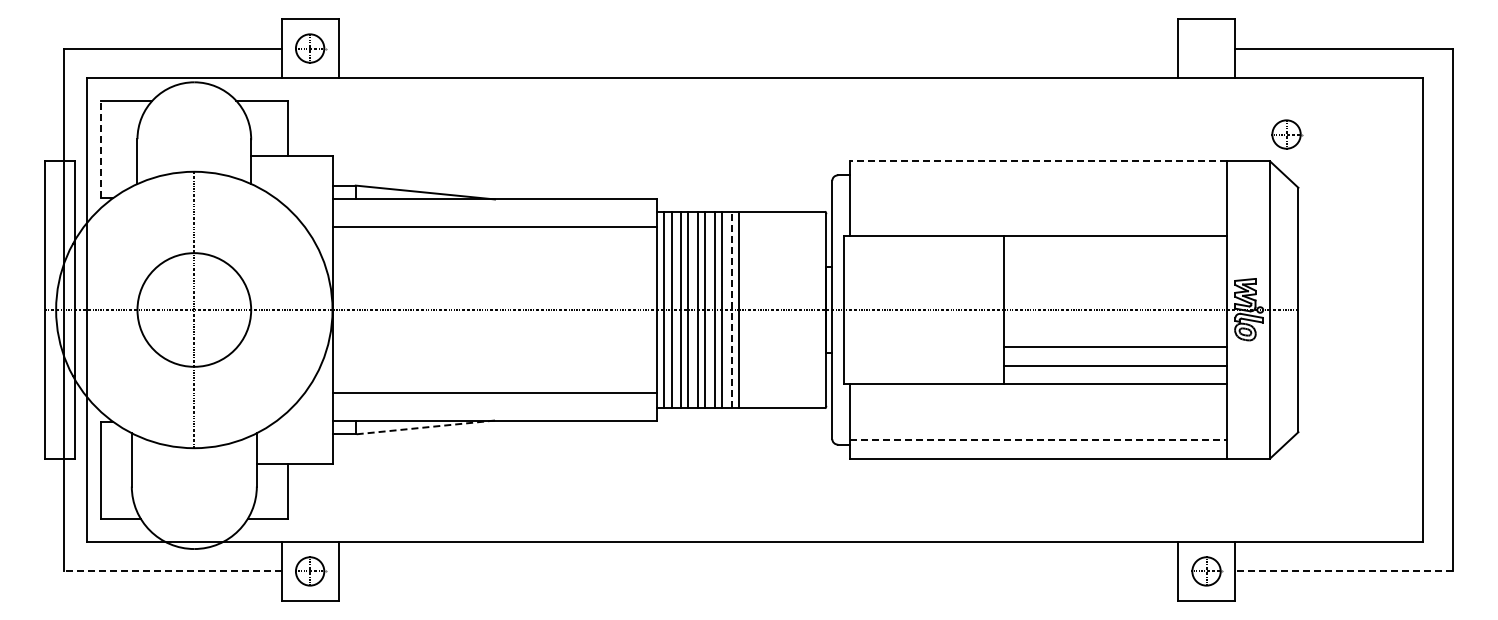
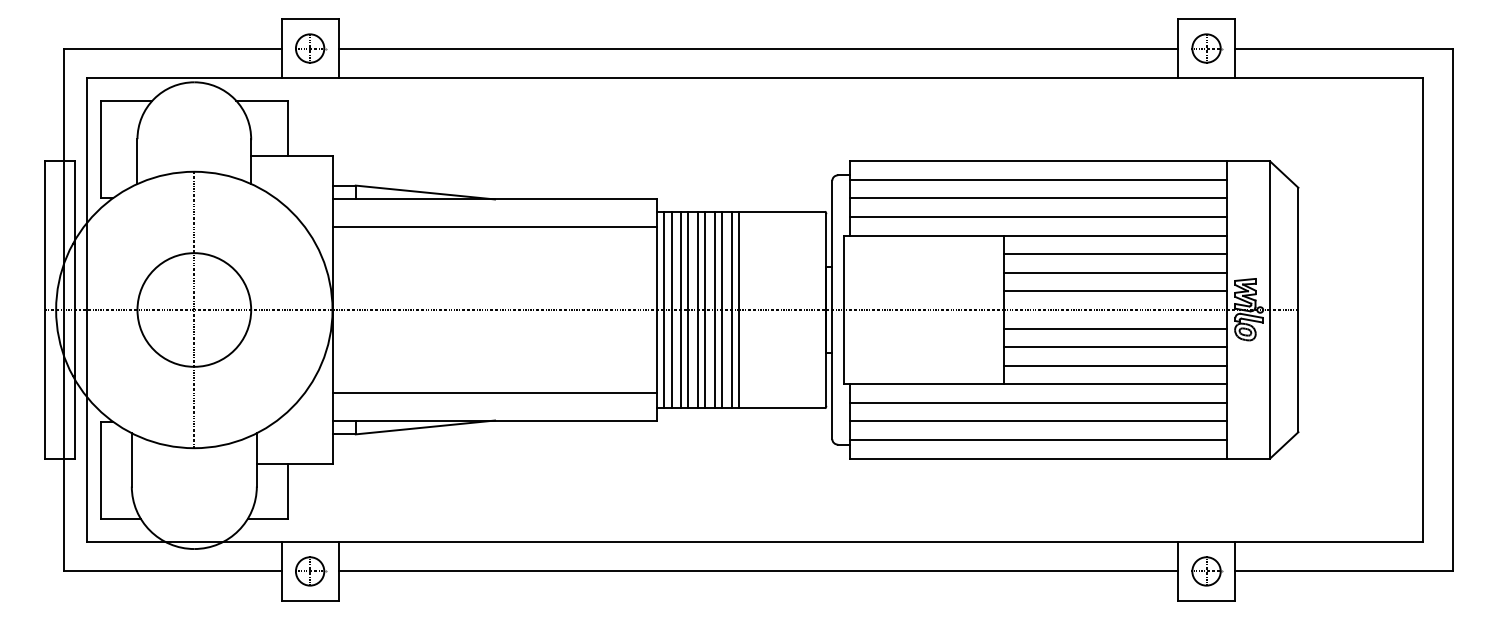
line at (758, 48): none -> present
part at (1287, 134) position: (1287, 134) -> (1207, 48)
line at (100, 149): dashed -> solid
line at (1038, 161): dashed -> solid
line at (1038, 179): none -> present
line at (1038, 198): none -> present
line at (1038, 217): none -> present
line at (1115, 254): none -> present
line at (1115, 272): none -> present
line at (1115, 291): none -> present
line at (731, 309): dashed -> solid
line at (1115, 328): none -> present
line at (1038, 402): none -> present
line at (1038, 421): none -> present
line at (425, 427): dashed -> solid
line at (1038, 440): dashed -> solid
line at (172, 571): dashed -> solid
line at (758, 571): none -> present
line at (1343, 571): dashed -> solid
